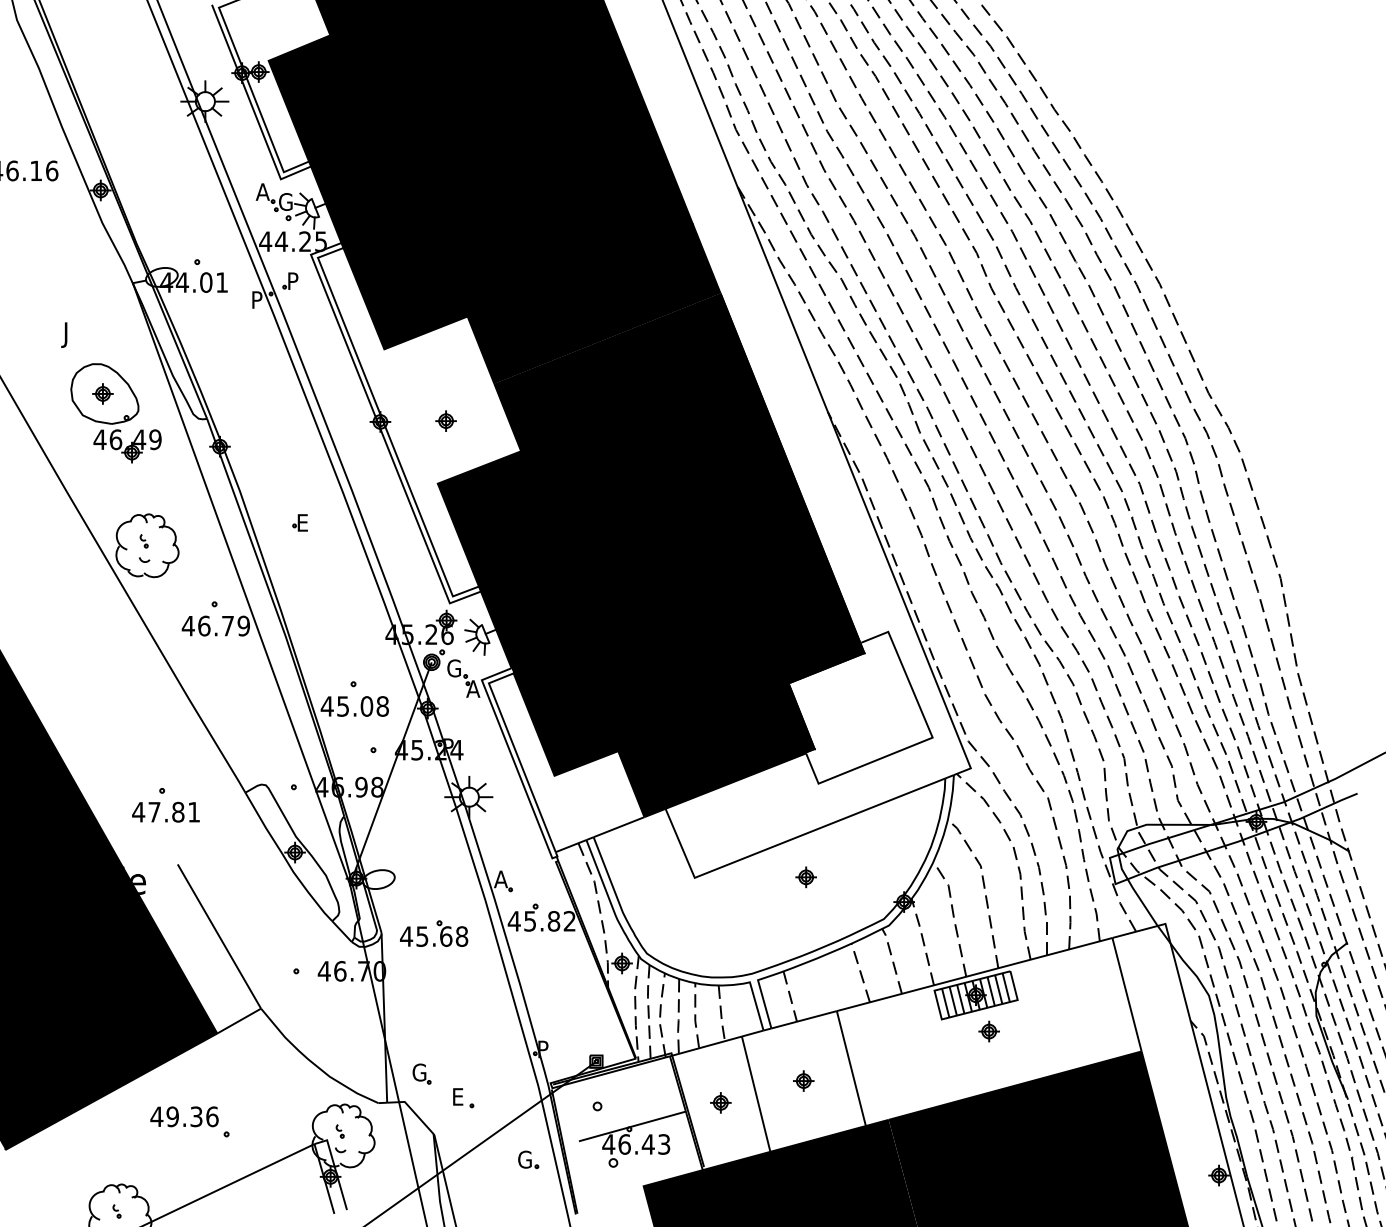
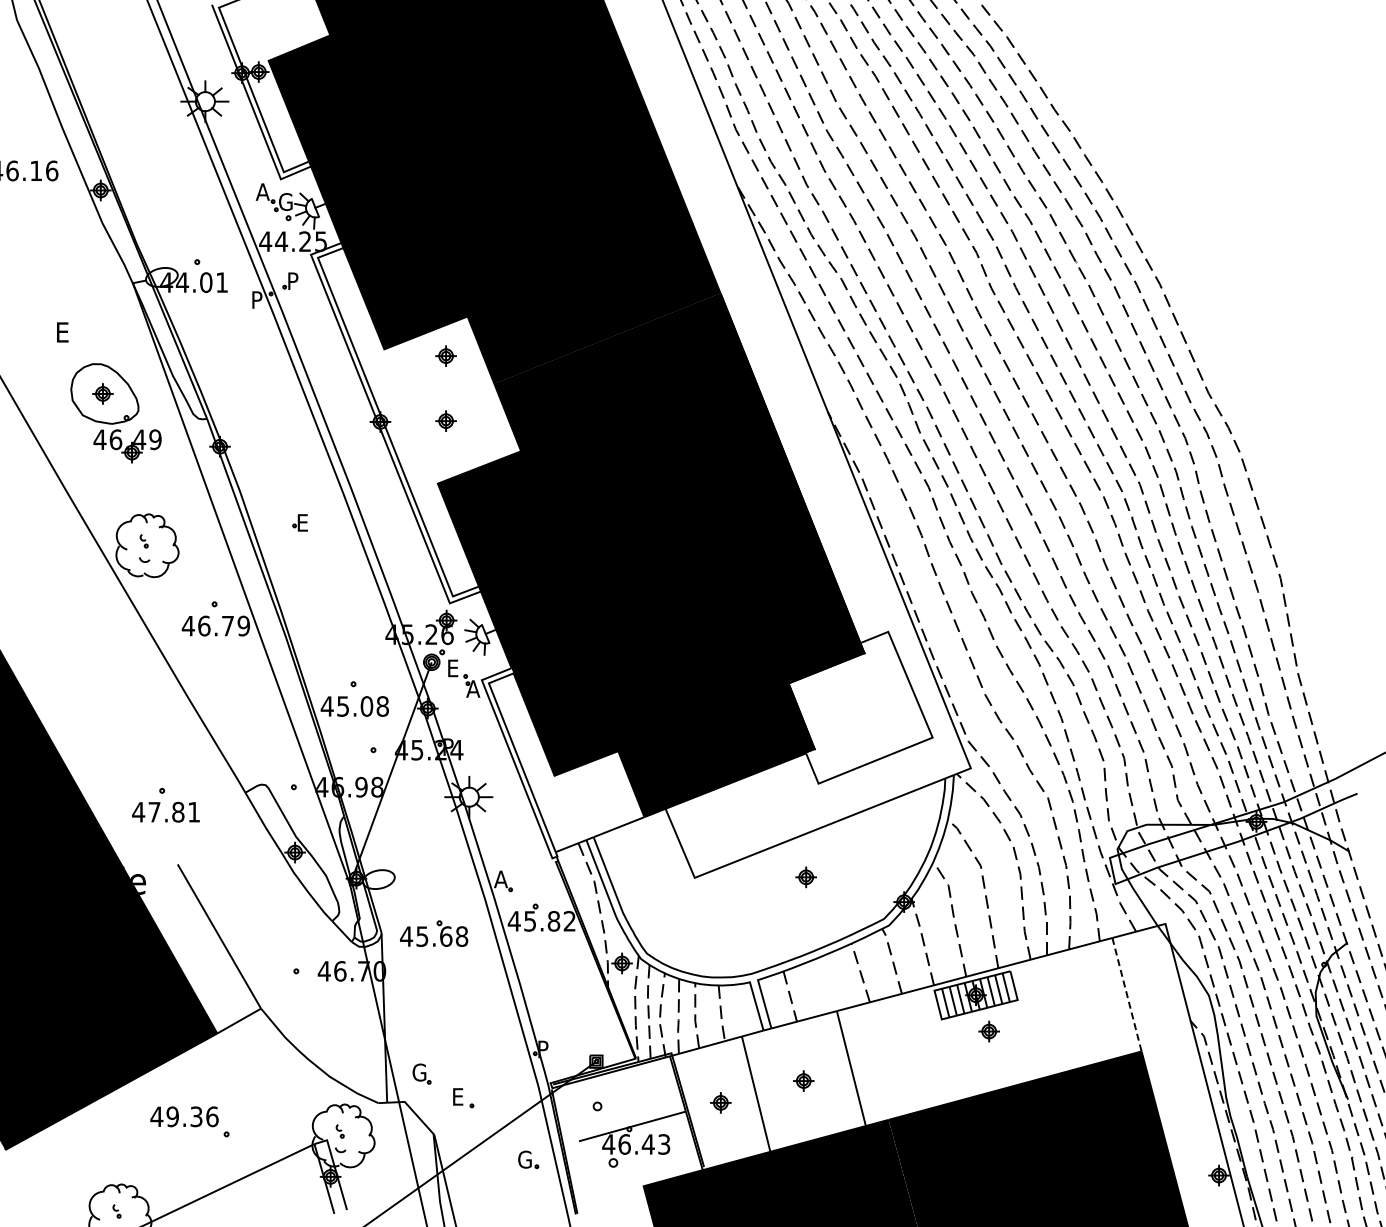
text at (62, 334): J -> E
part at (445, 355): none -> present
text at (453, 668): G -> E
line at (1127, 994): solid -> dashed
